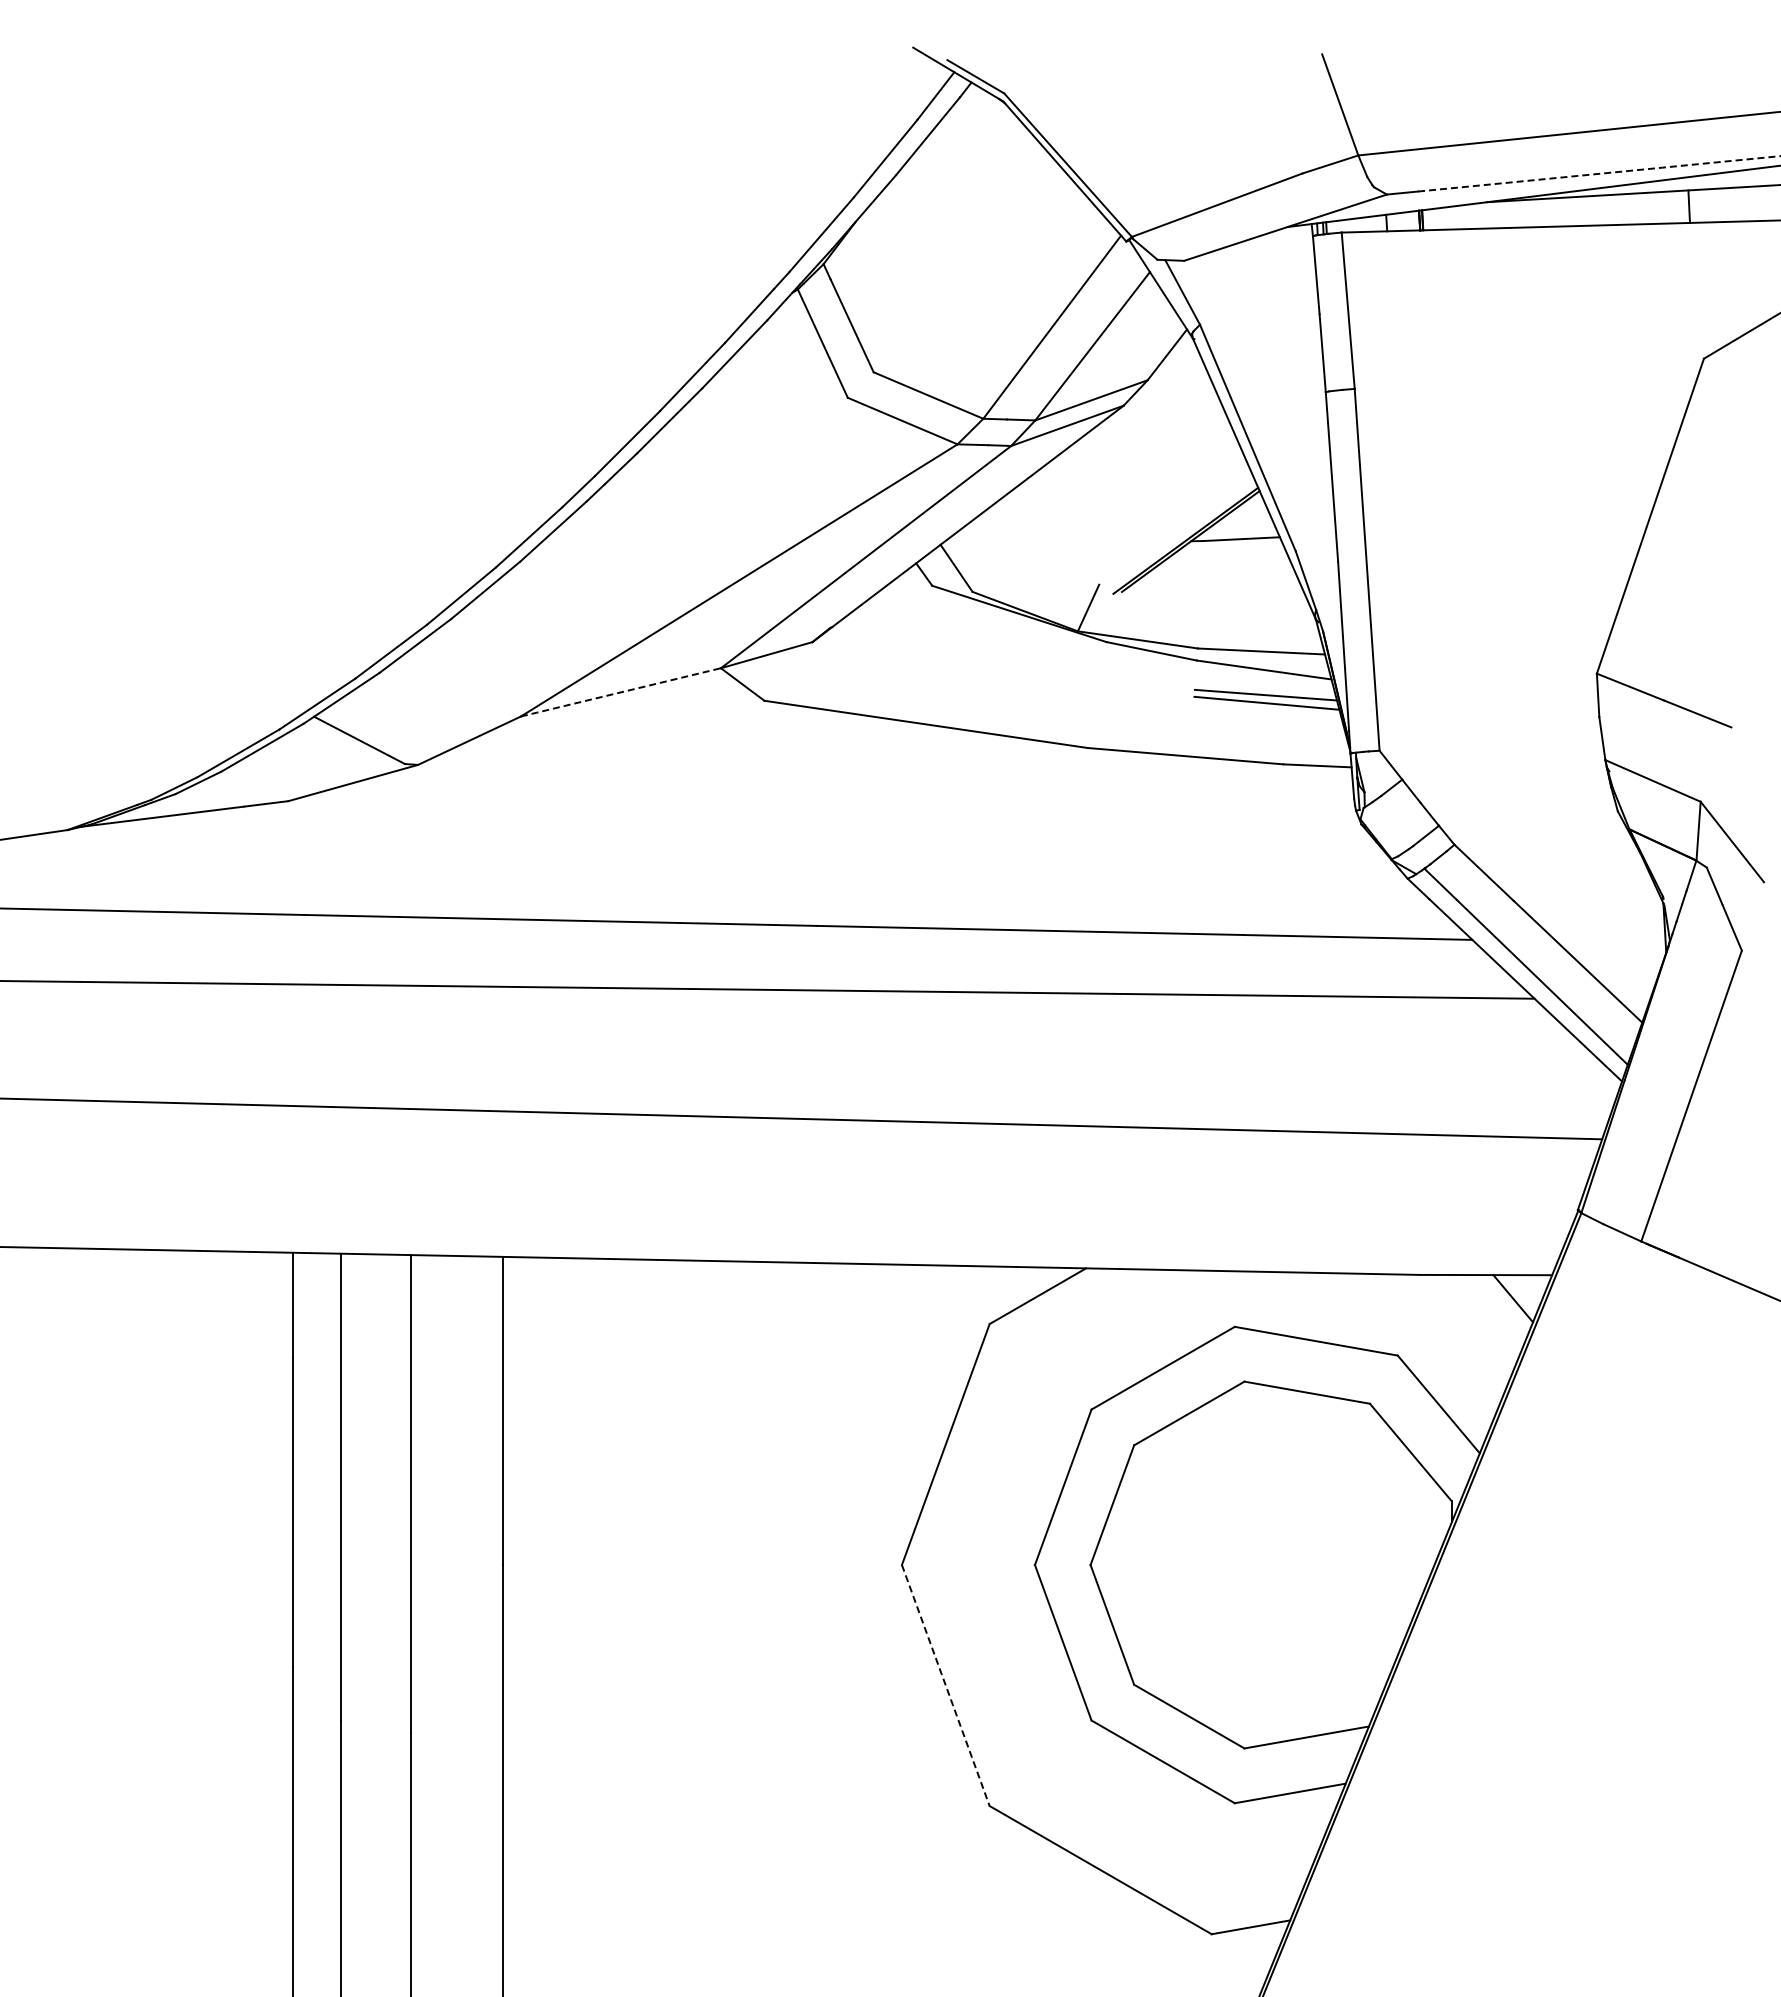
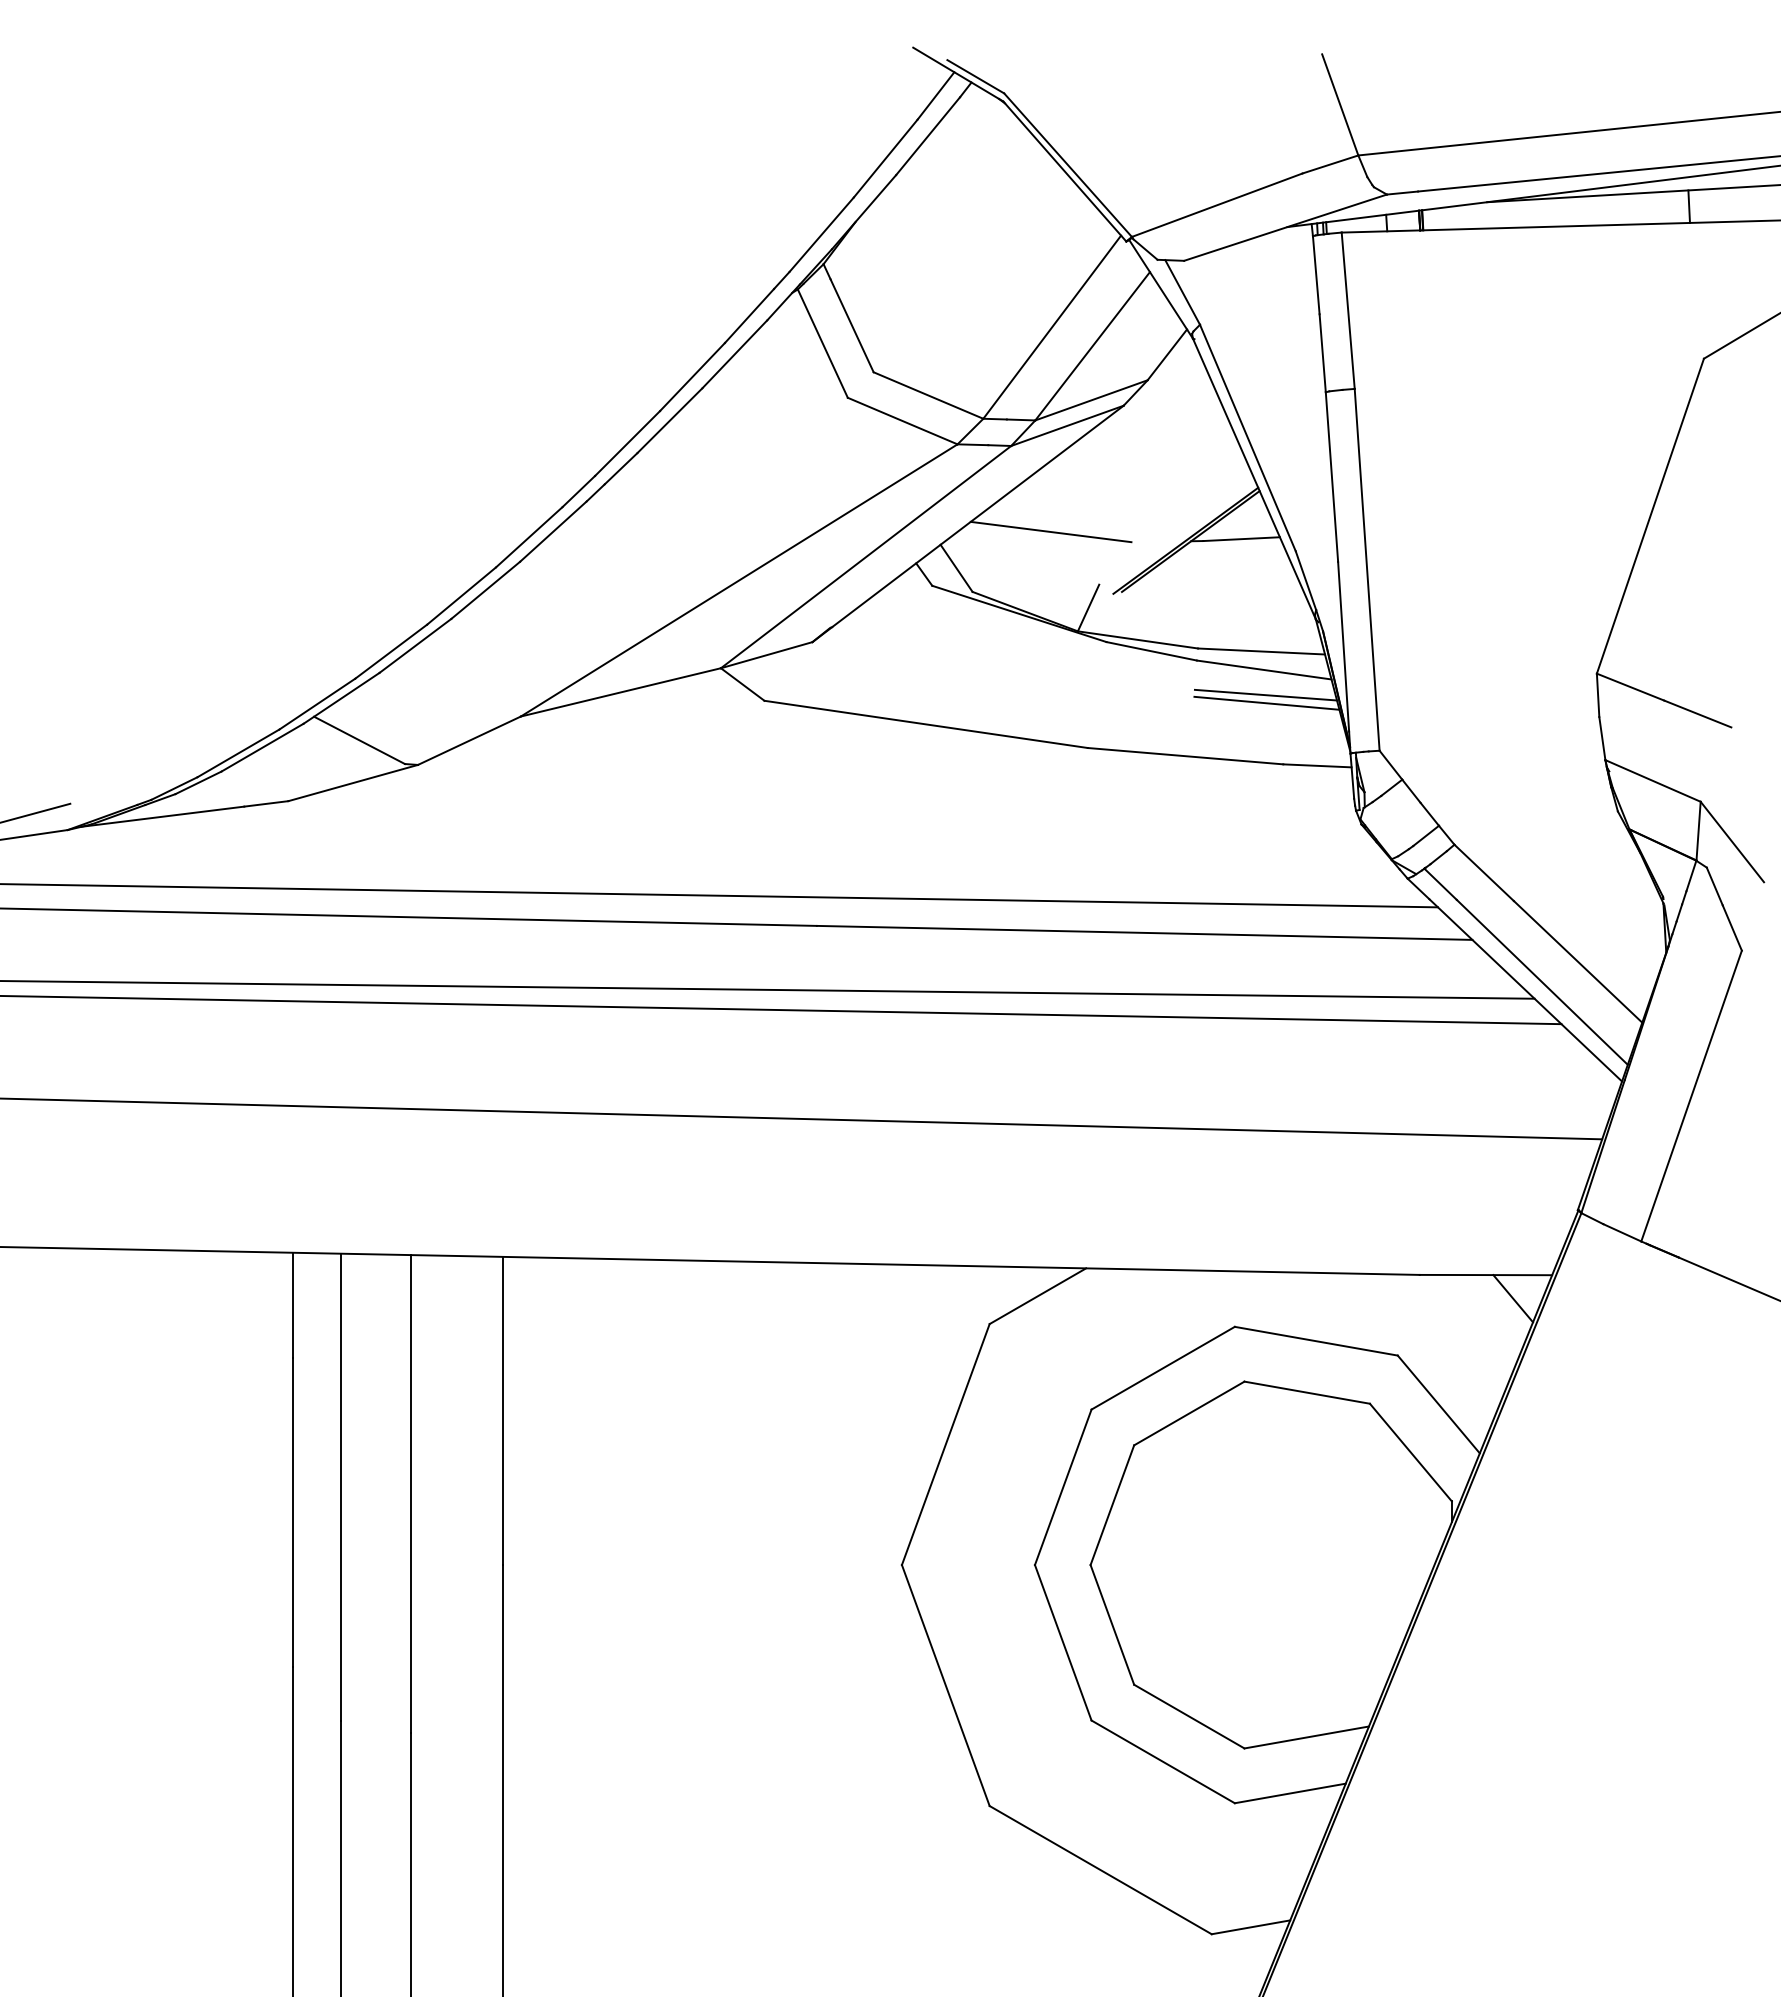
line at (1599, 173): dashed -> solid
line at (1050, 531): none -> present
line at (620, 692): dashed -> solid
line at (36, 812): none -> present
line at (719, 895): none -> present
line at (781, 1010): none -> present
line at (945, 1686): dashed -> solid
